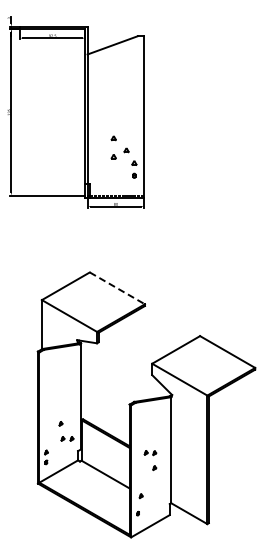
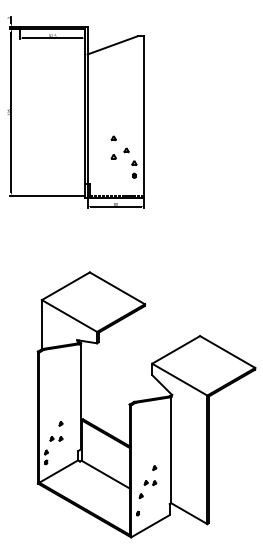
line at (117, 288): dashed -> solid
part at (67, 438) position: (67, 438) -> (56, 438)
part at (150, 453) position: (150, 453) -> (150, 483)
